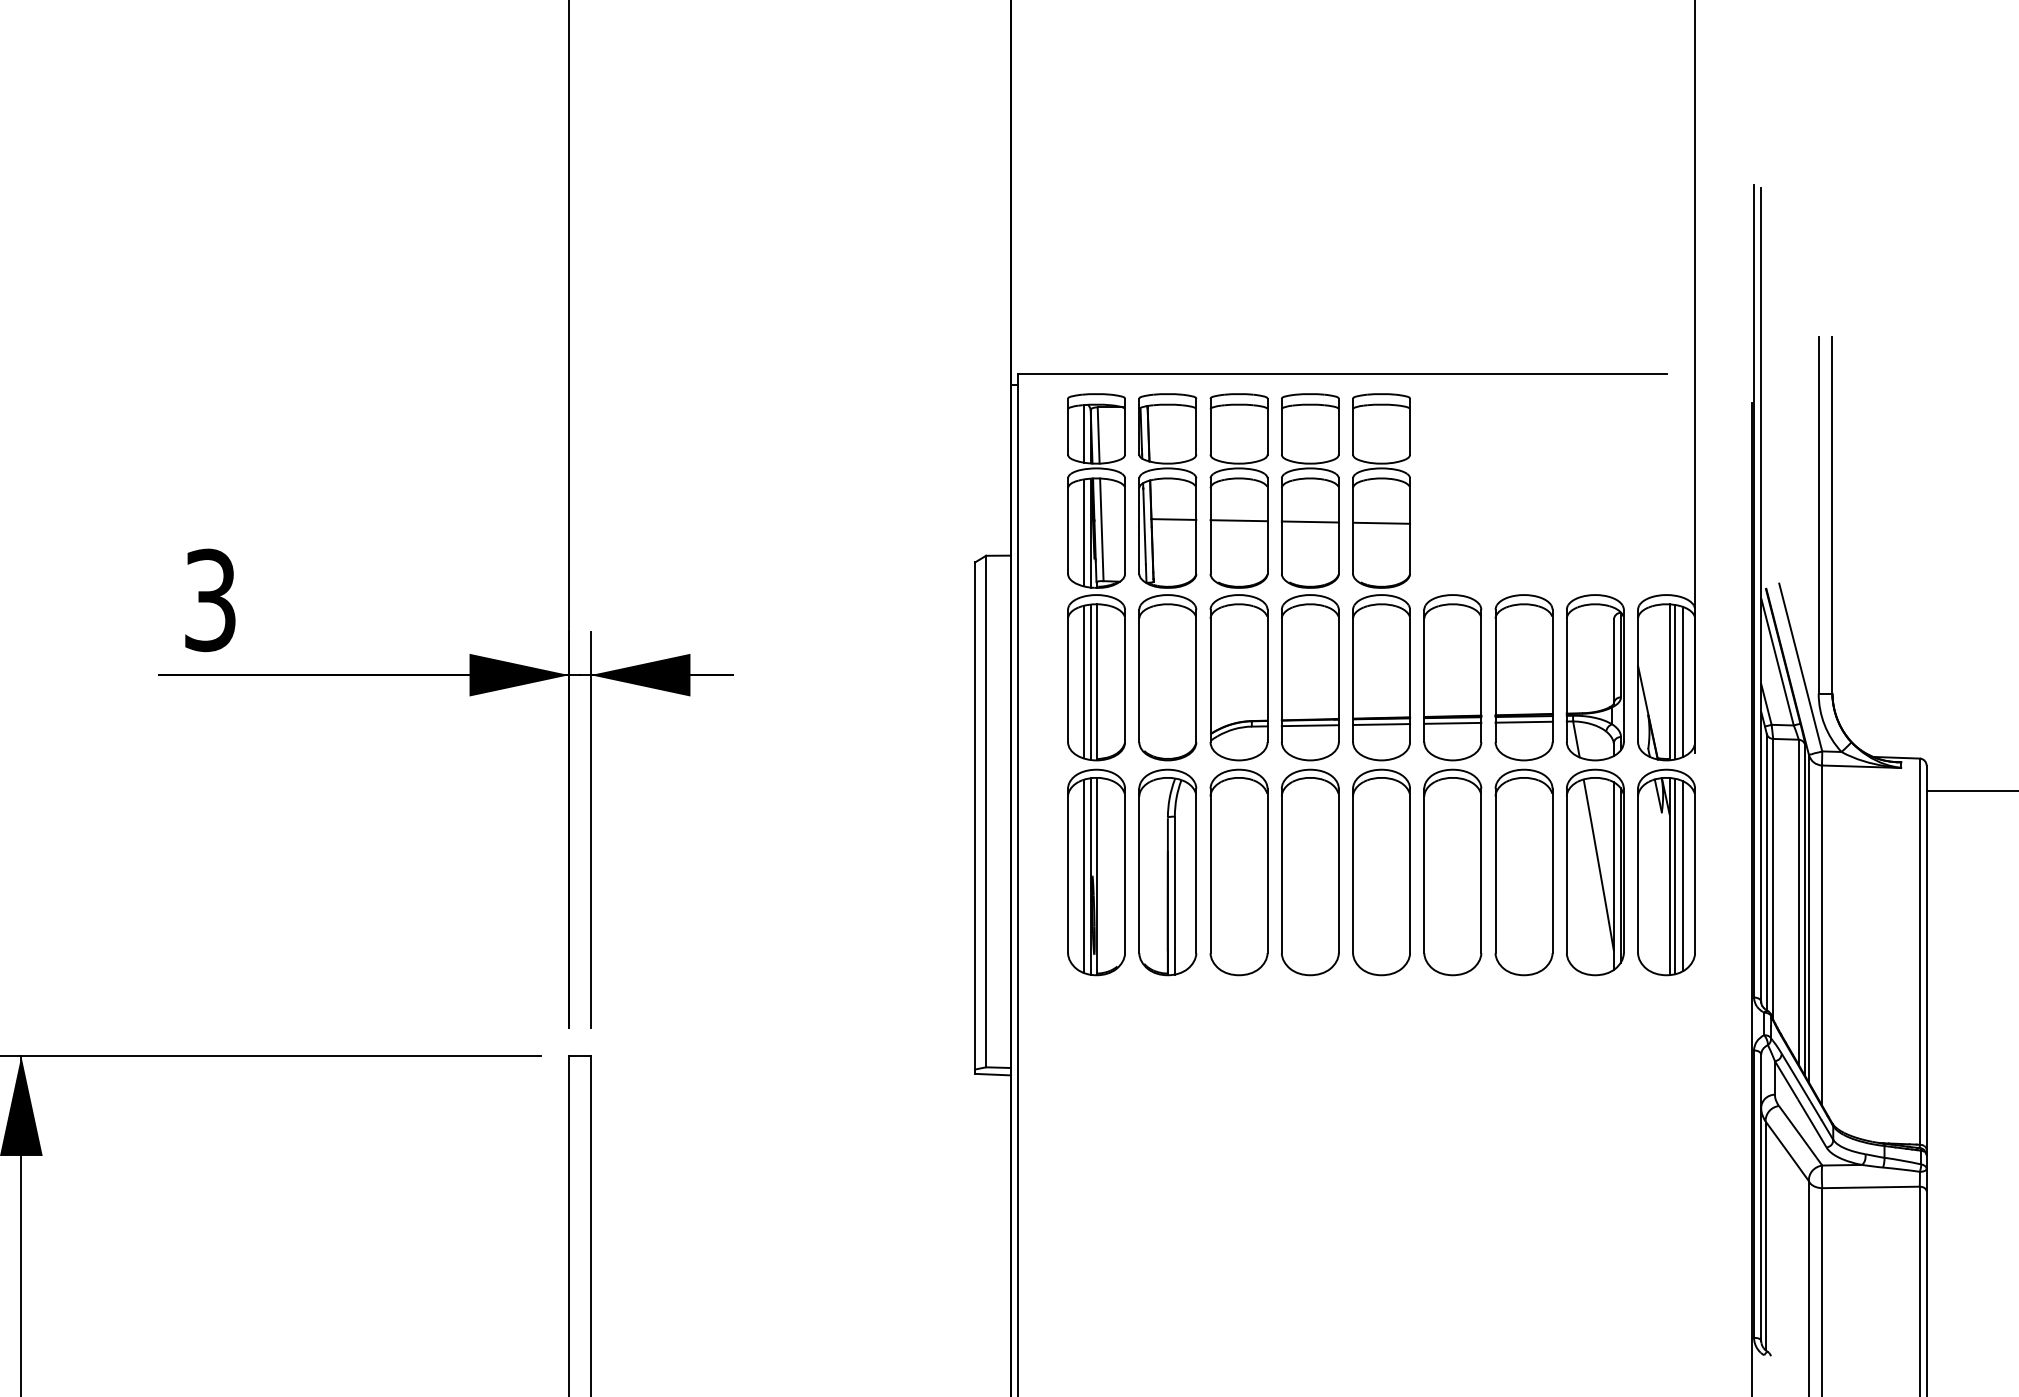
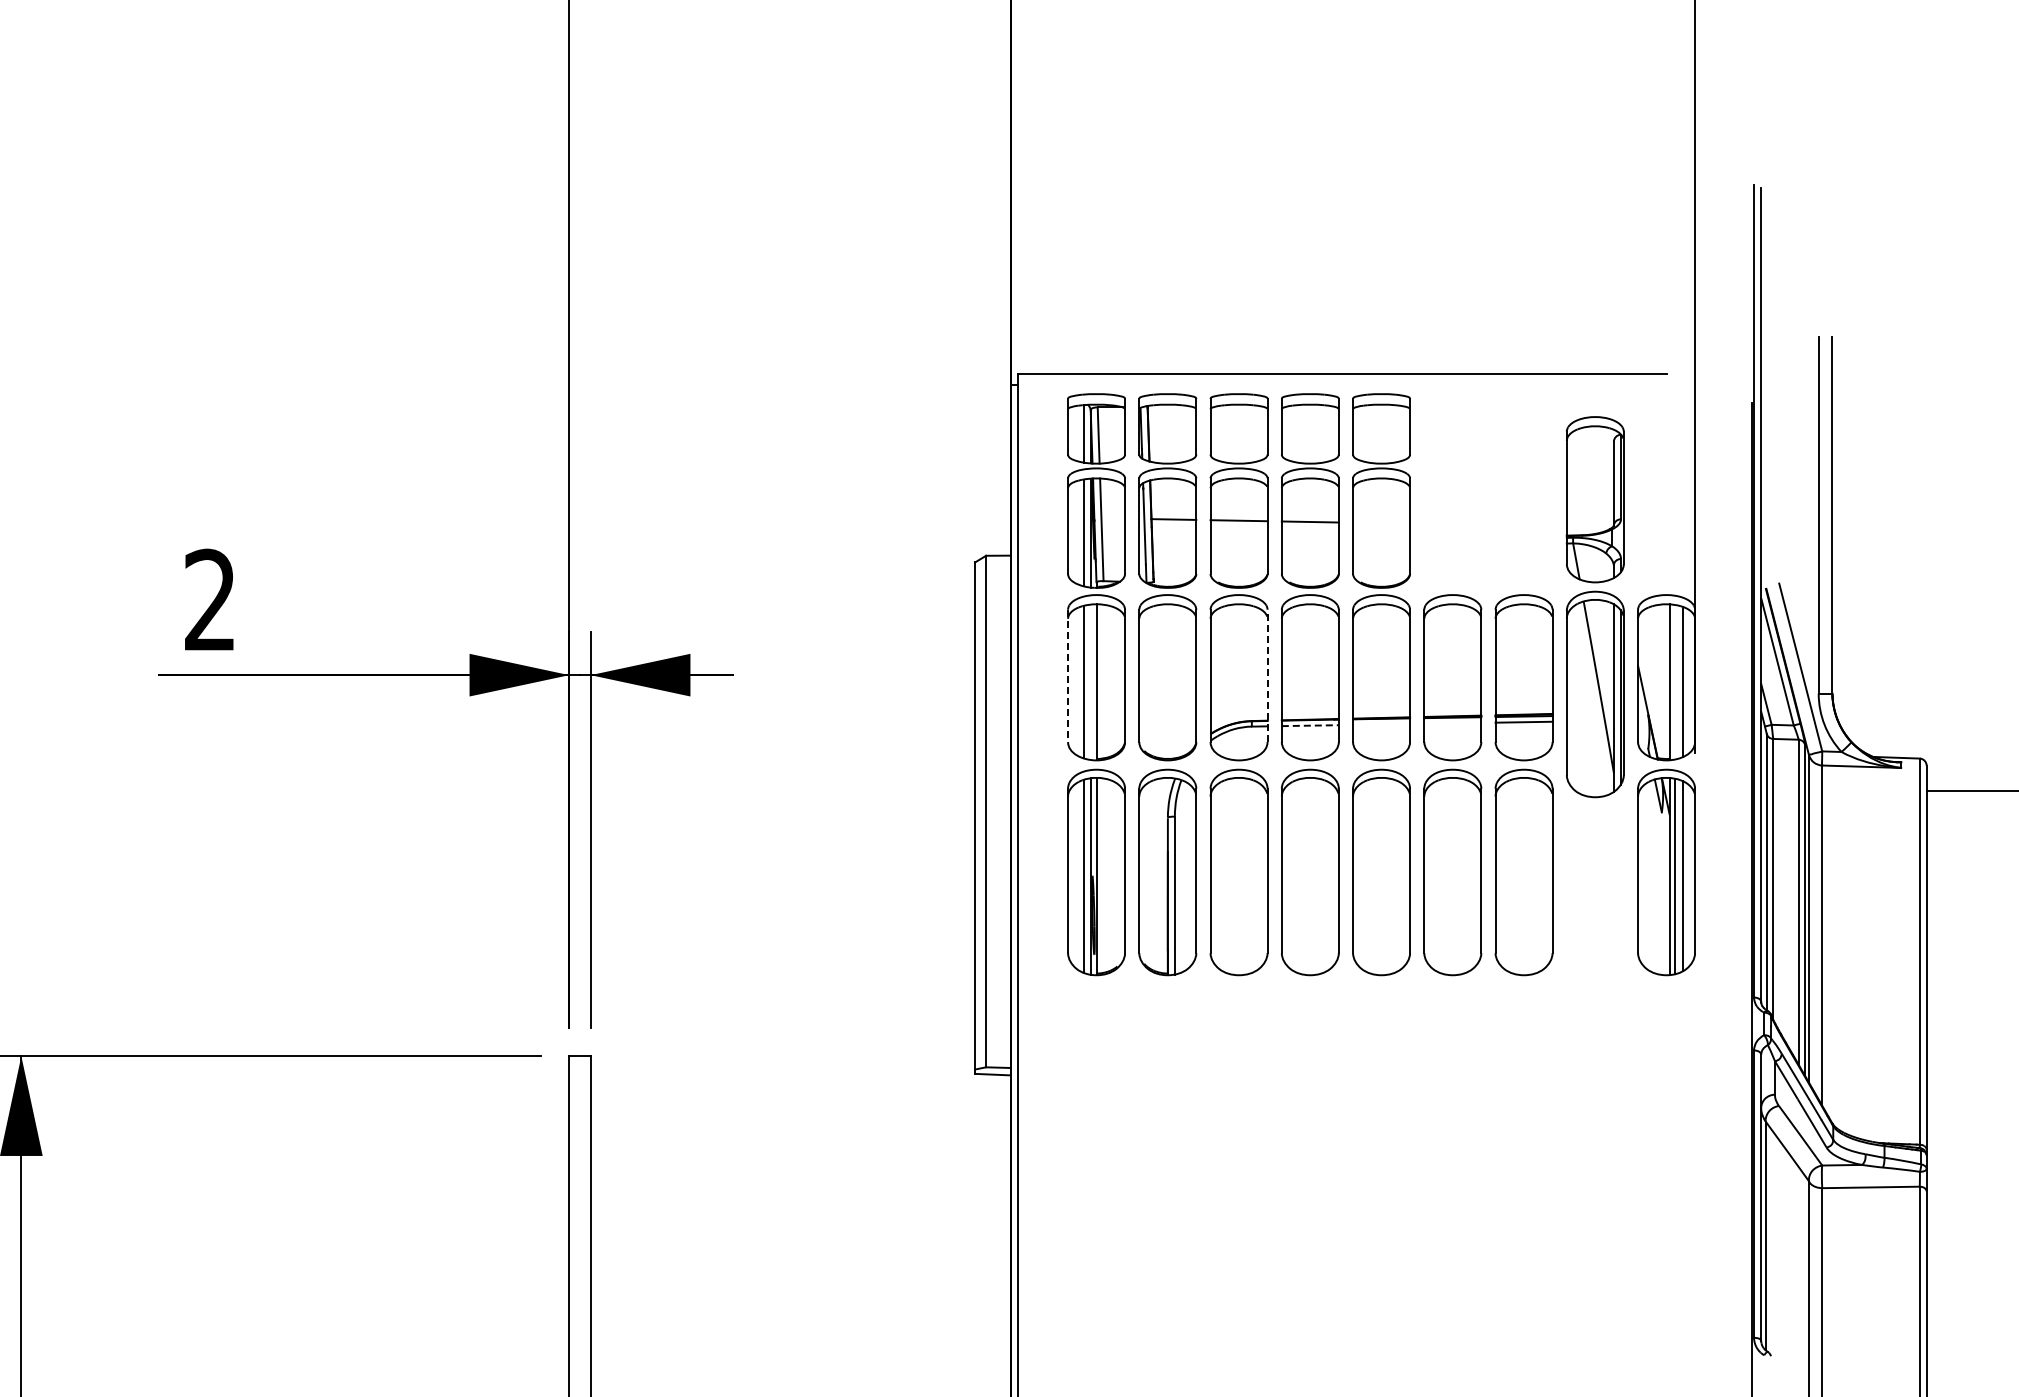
line at (1381, 522): present -> none
text at (210, 600): 3 -> 2
line at (1267, 675): solid -> dashed
line at (1068, 676): solid -> dashed
line at (1090, 681): present -> none
line at (1675, 682): present -> none
line at (1452, 722): present -> none
line at (1381, 724): present -> none
line at (1310, 725): solid -> dashed
part at (1594, 785) position: (1594, 785) -> (1594, 607)
